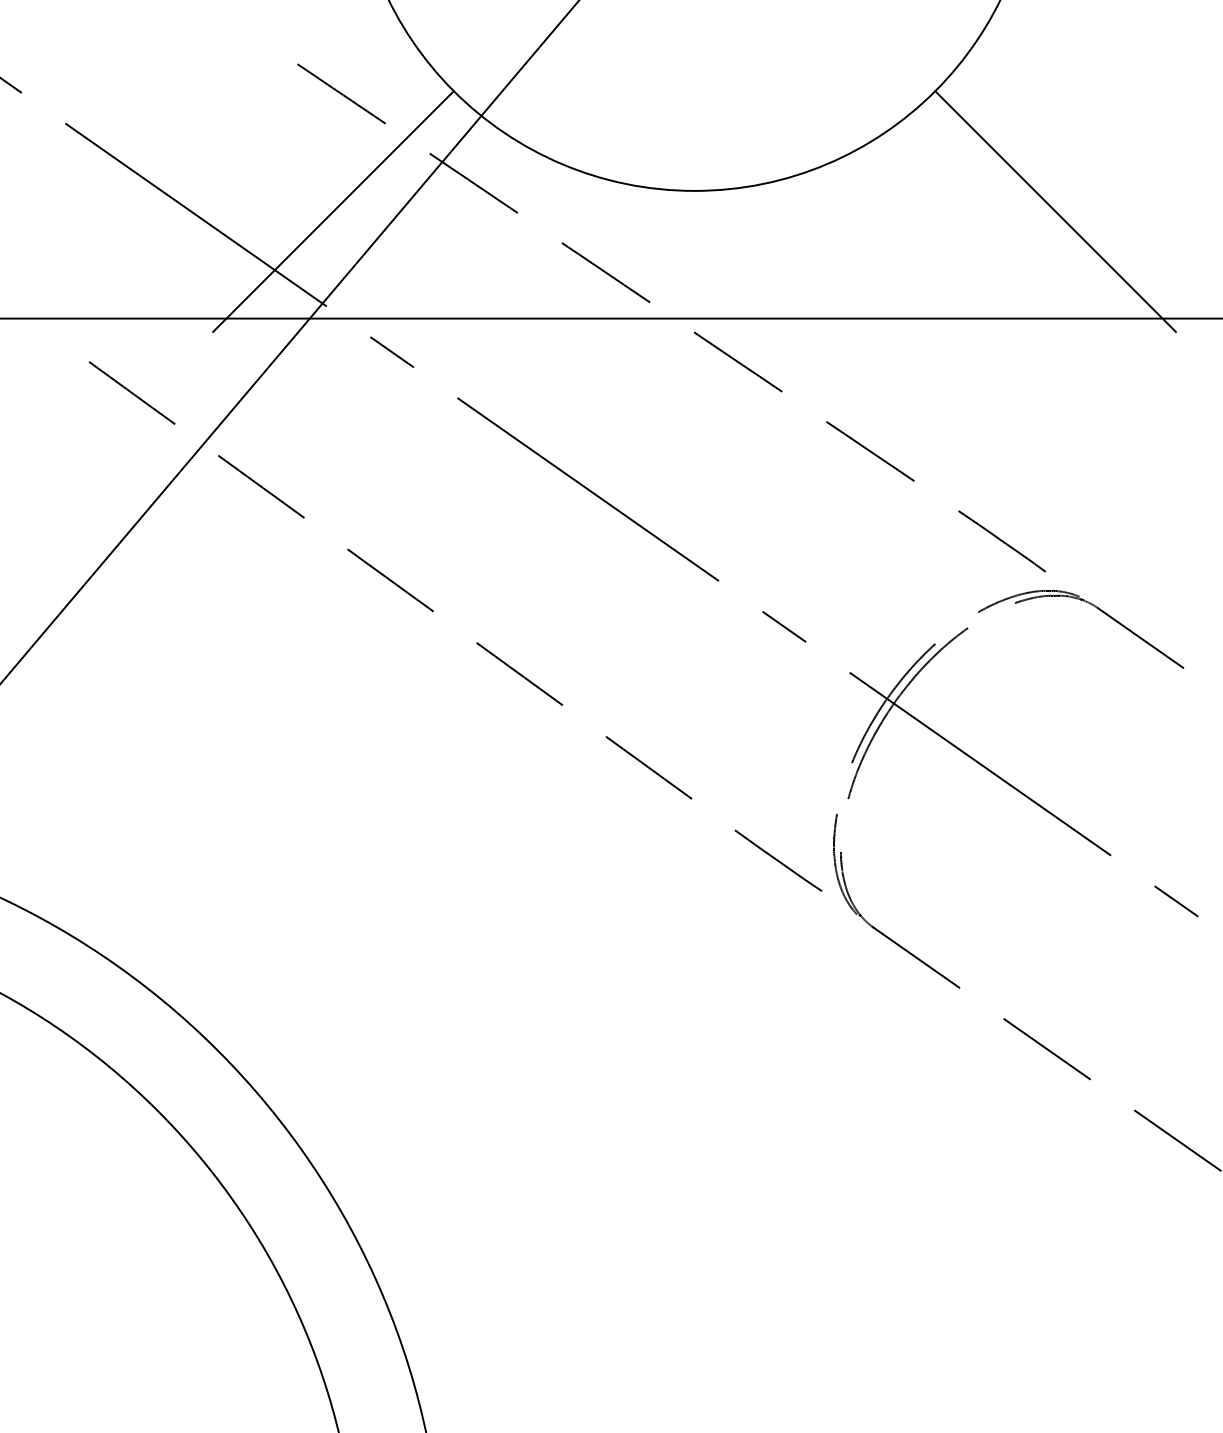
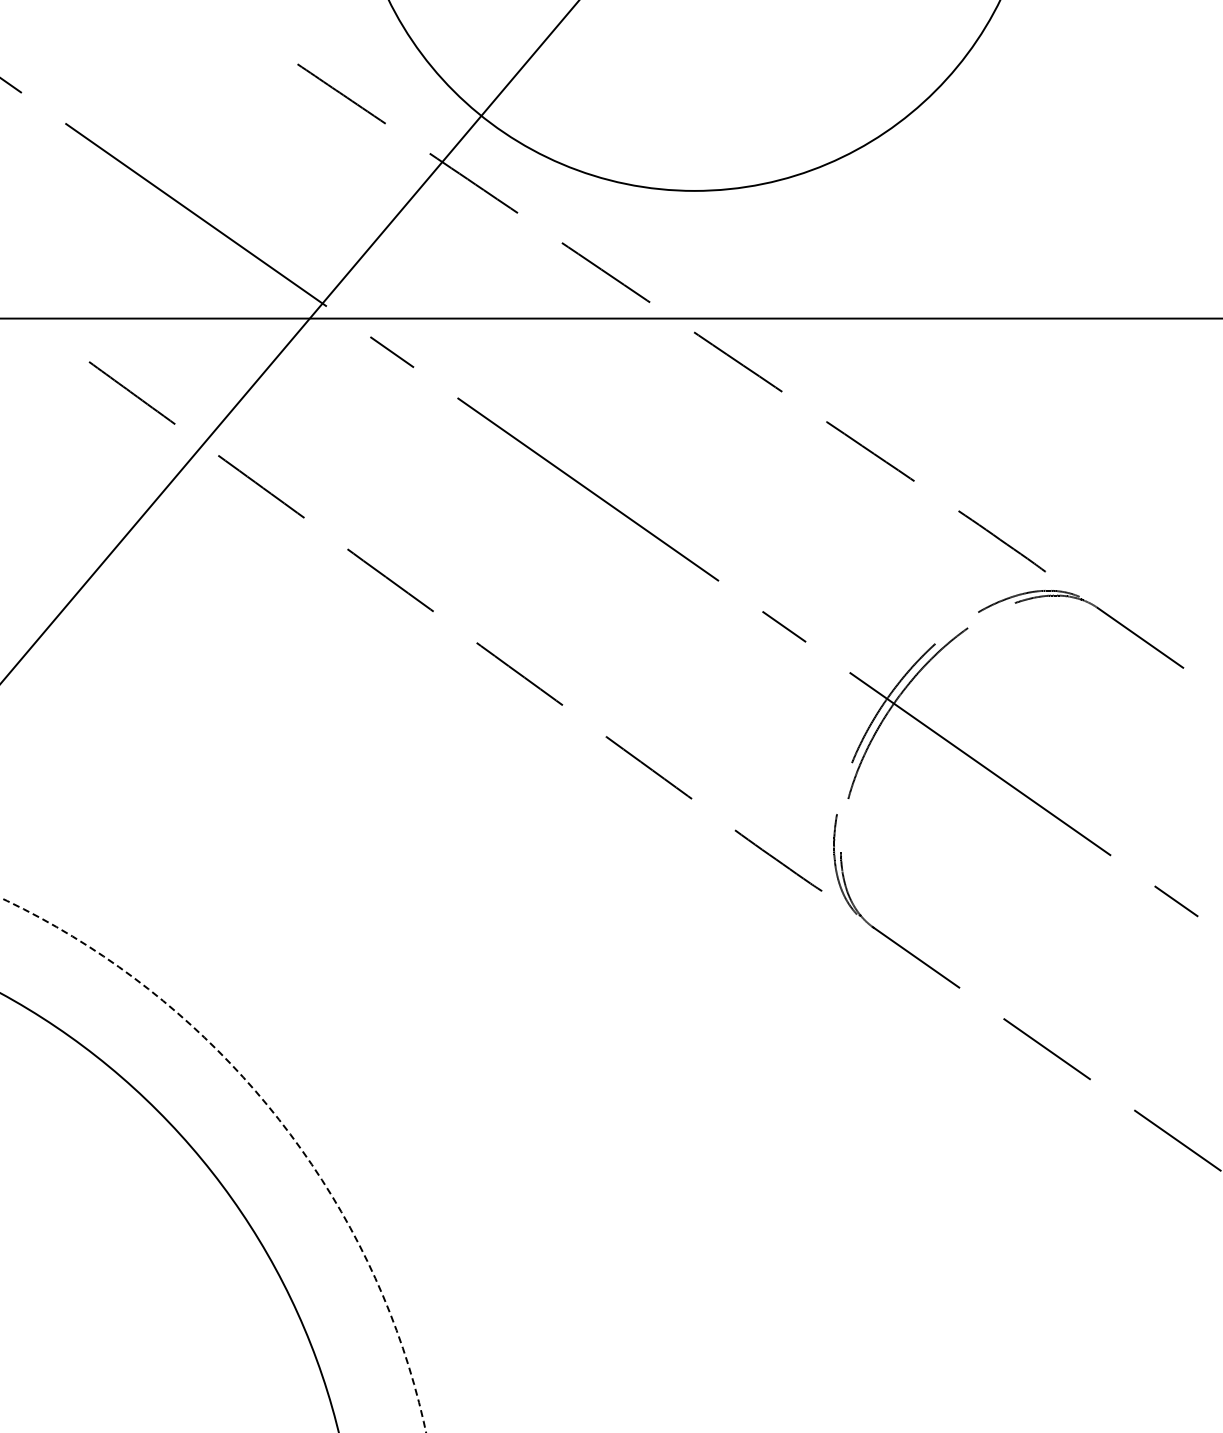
line at (333, 211): present -> none
line at (1055, 211): present -> none
circle at (213, 1164): solid -> dashed
